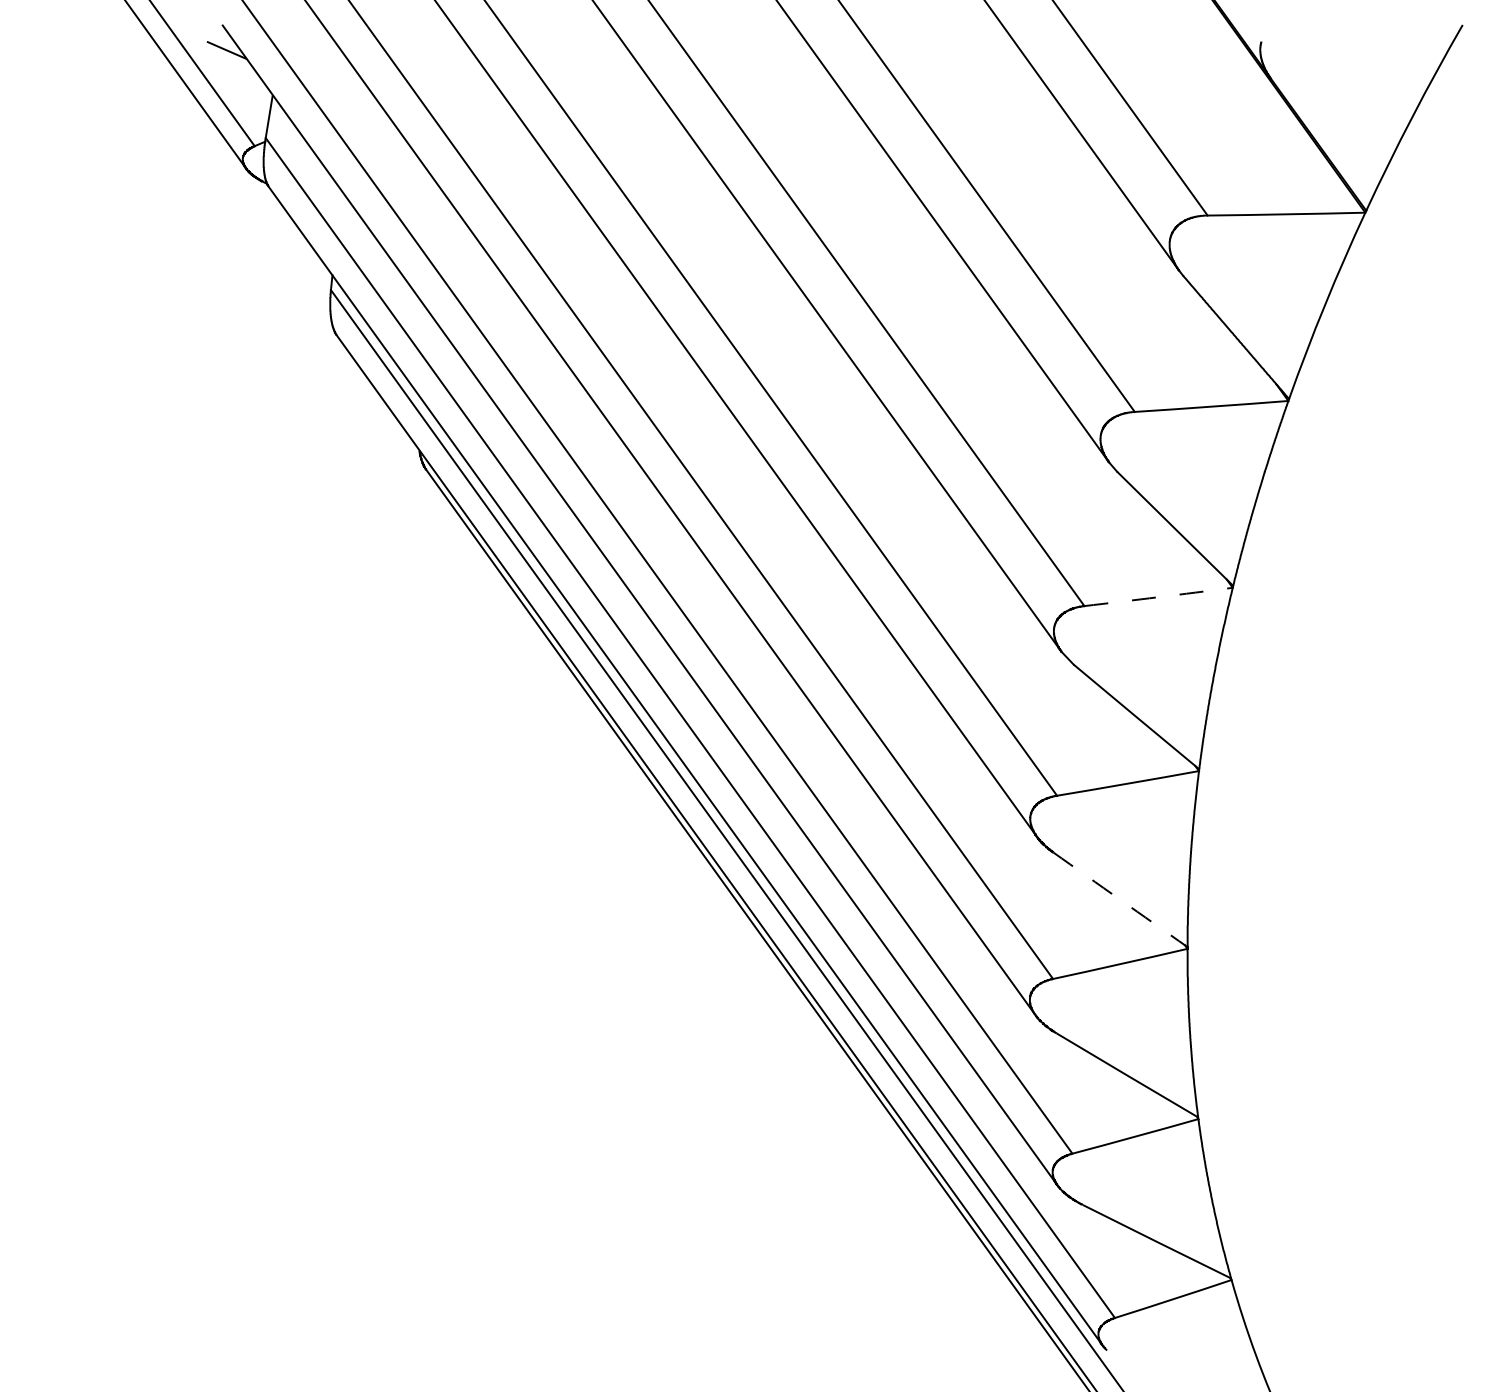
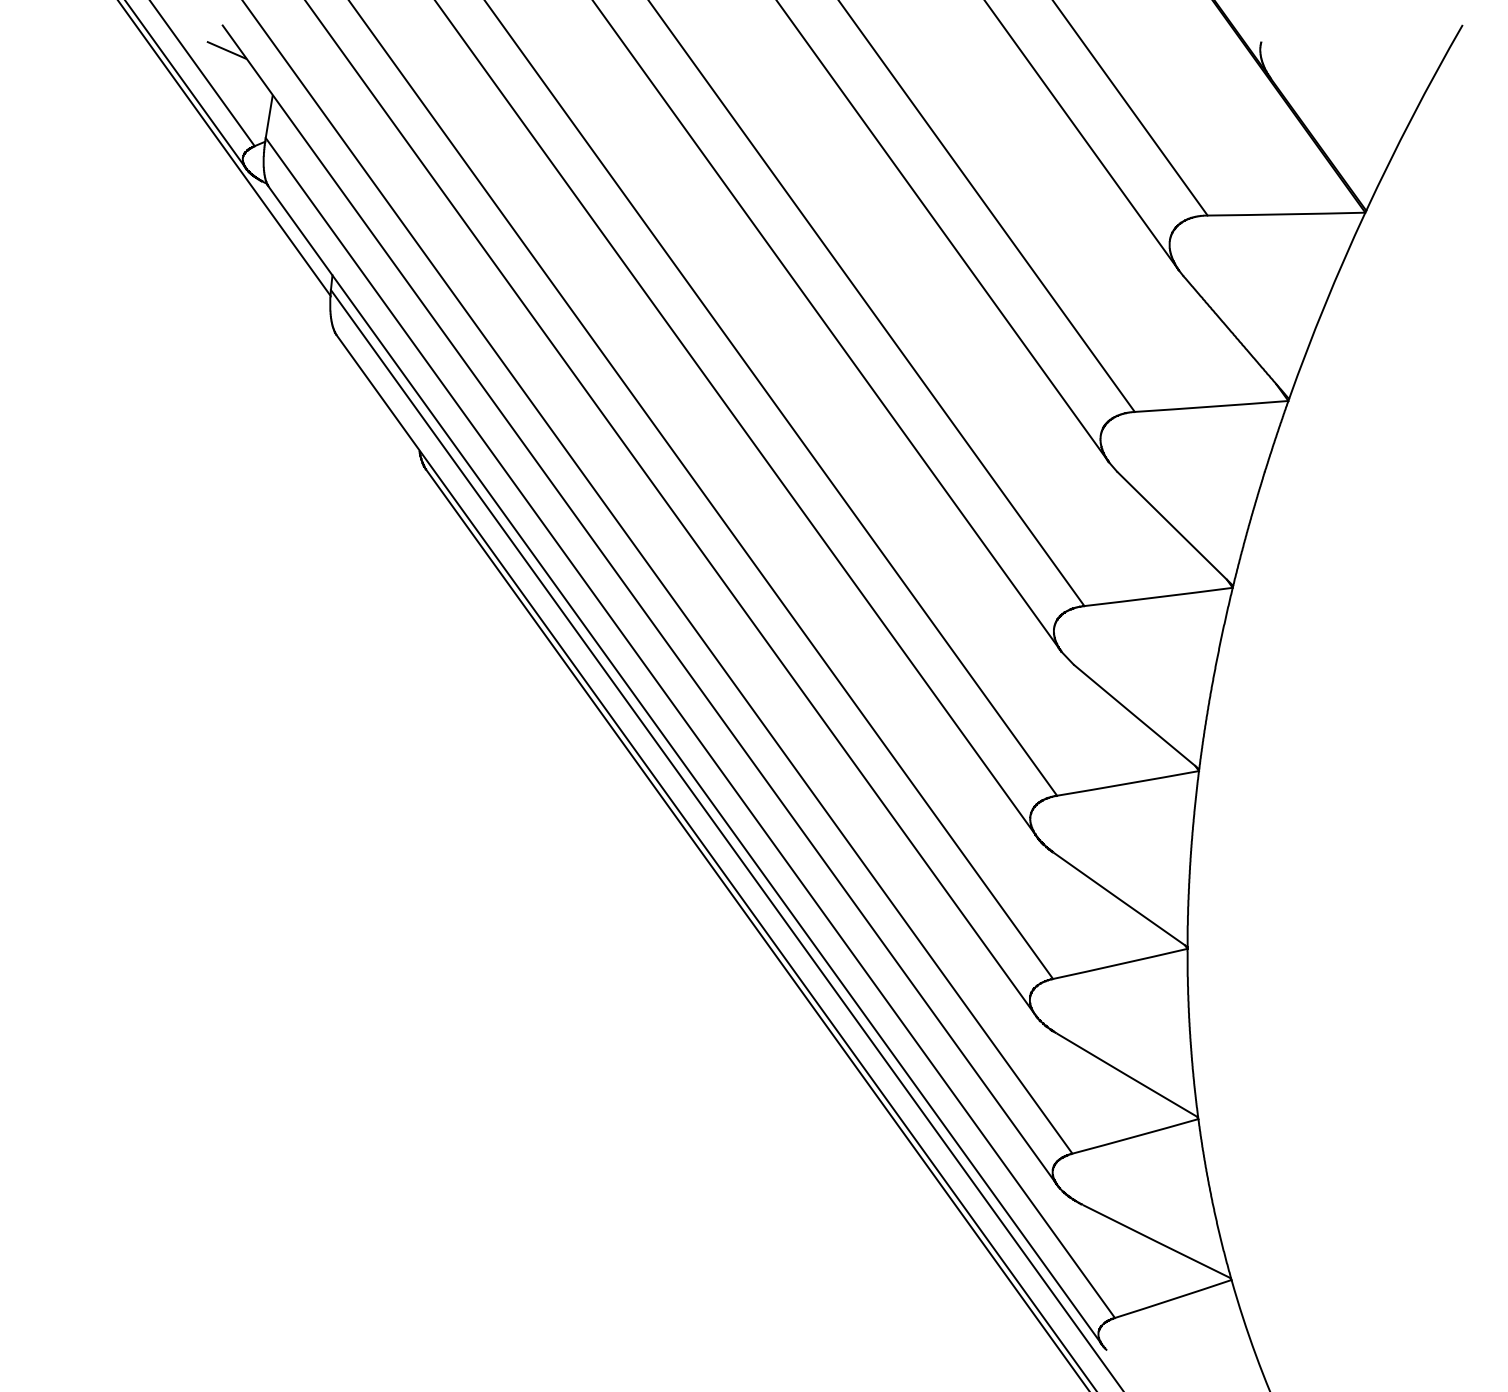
line at (224, 149): none -> present
arc at (1158, 597): dashed -> solid
arc at (1120, 899): dashed -> solid
